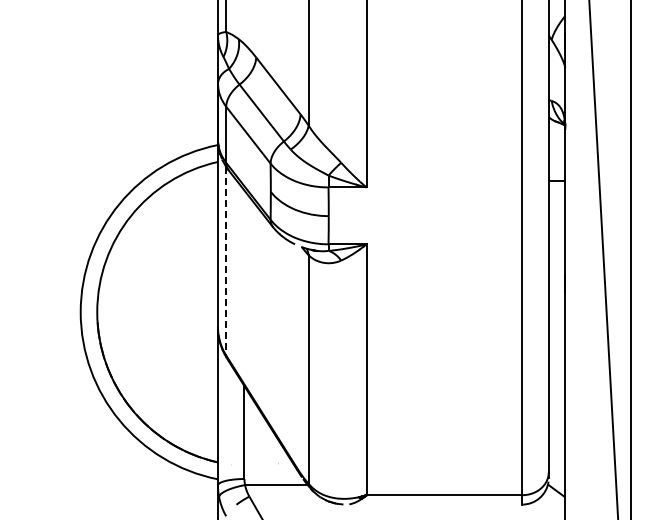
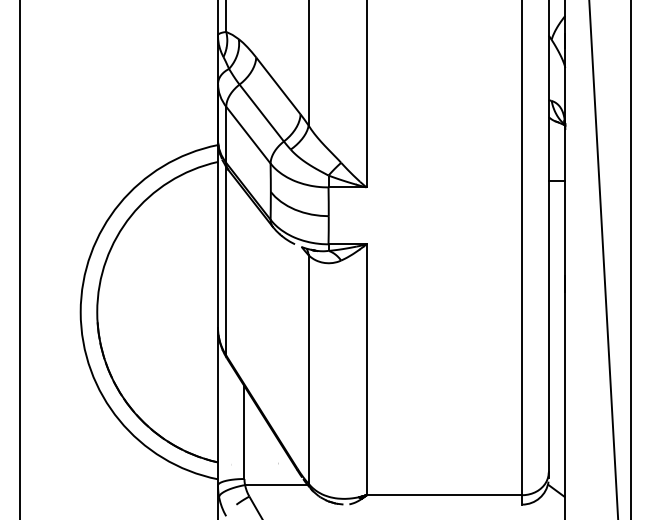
line at (19, 259): none -> present
line at (226, 261): dashed -> solid
